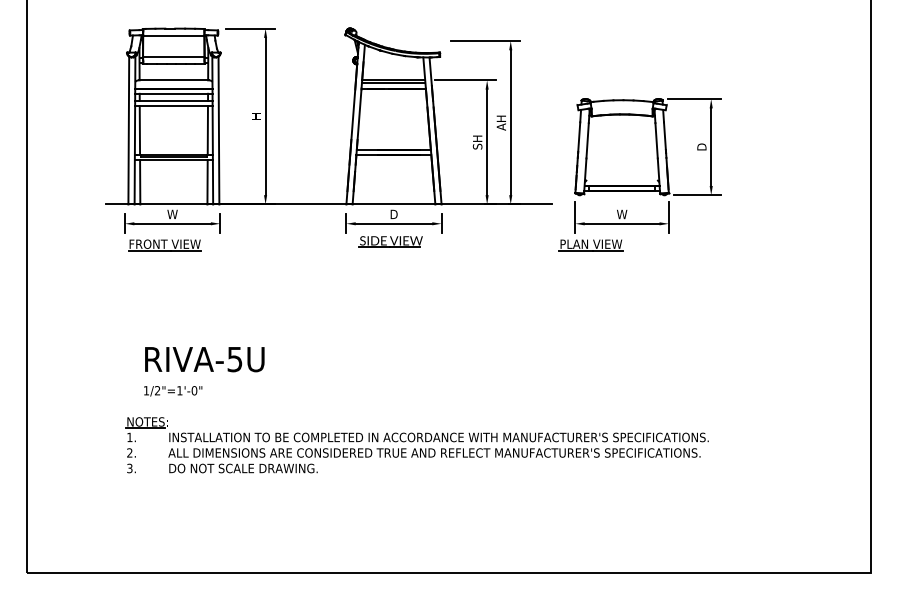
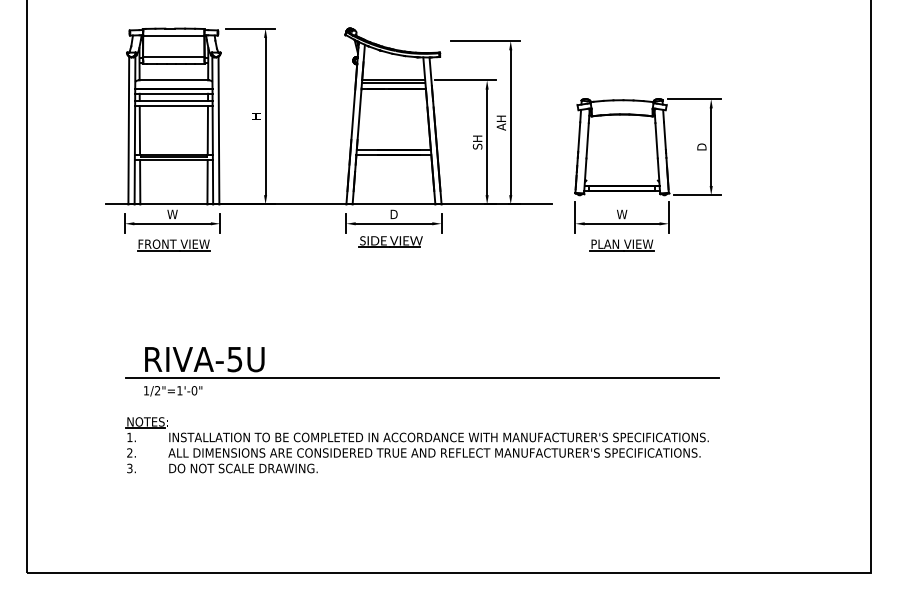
part at (164, 245) position: (164, 245) -> (173, 245)
part at (590, 245) position: (590, 245) -> (621, 245)
line at (422, 377): none -> present
